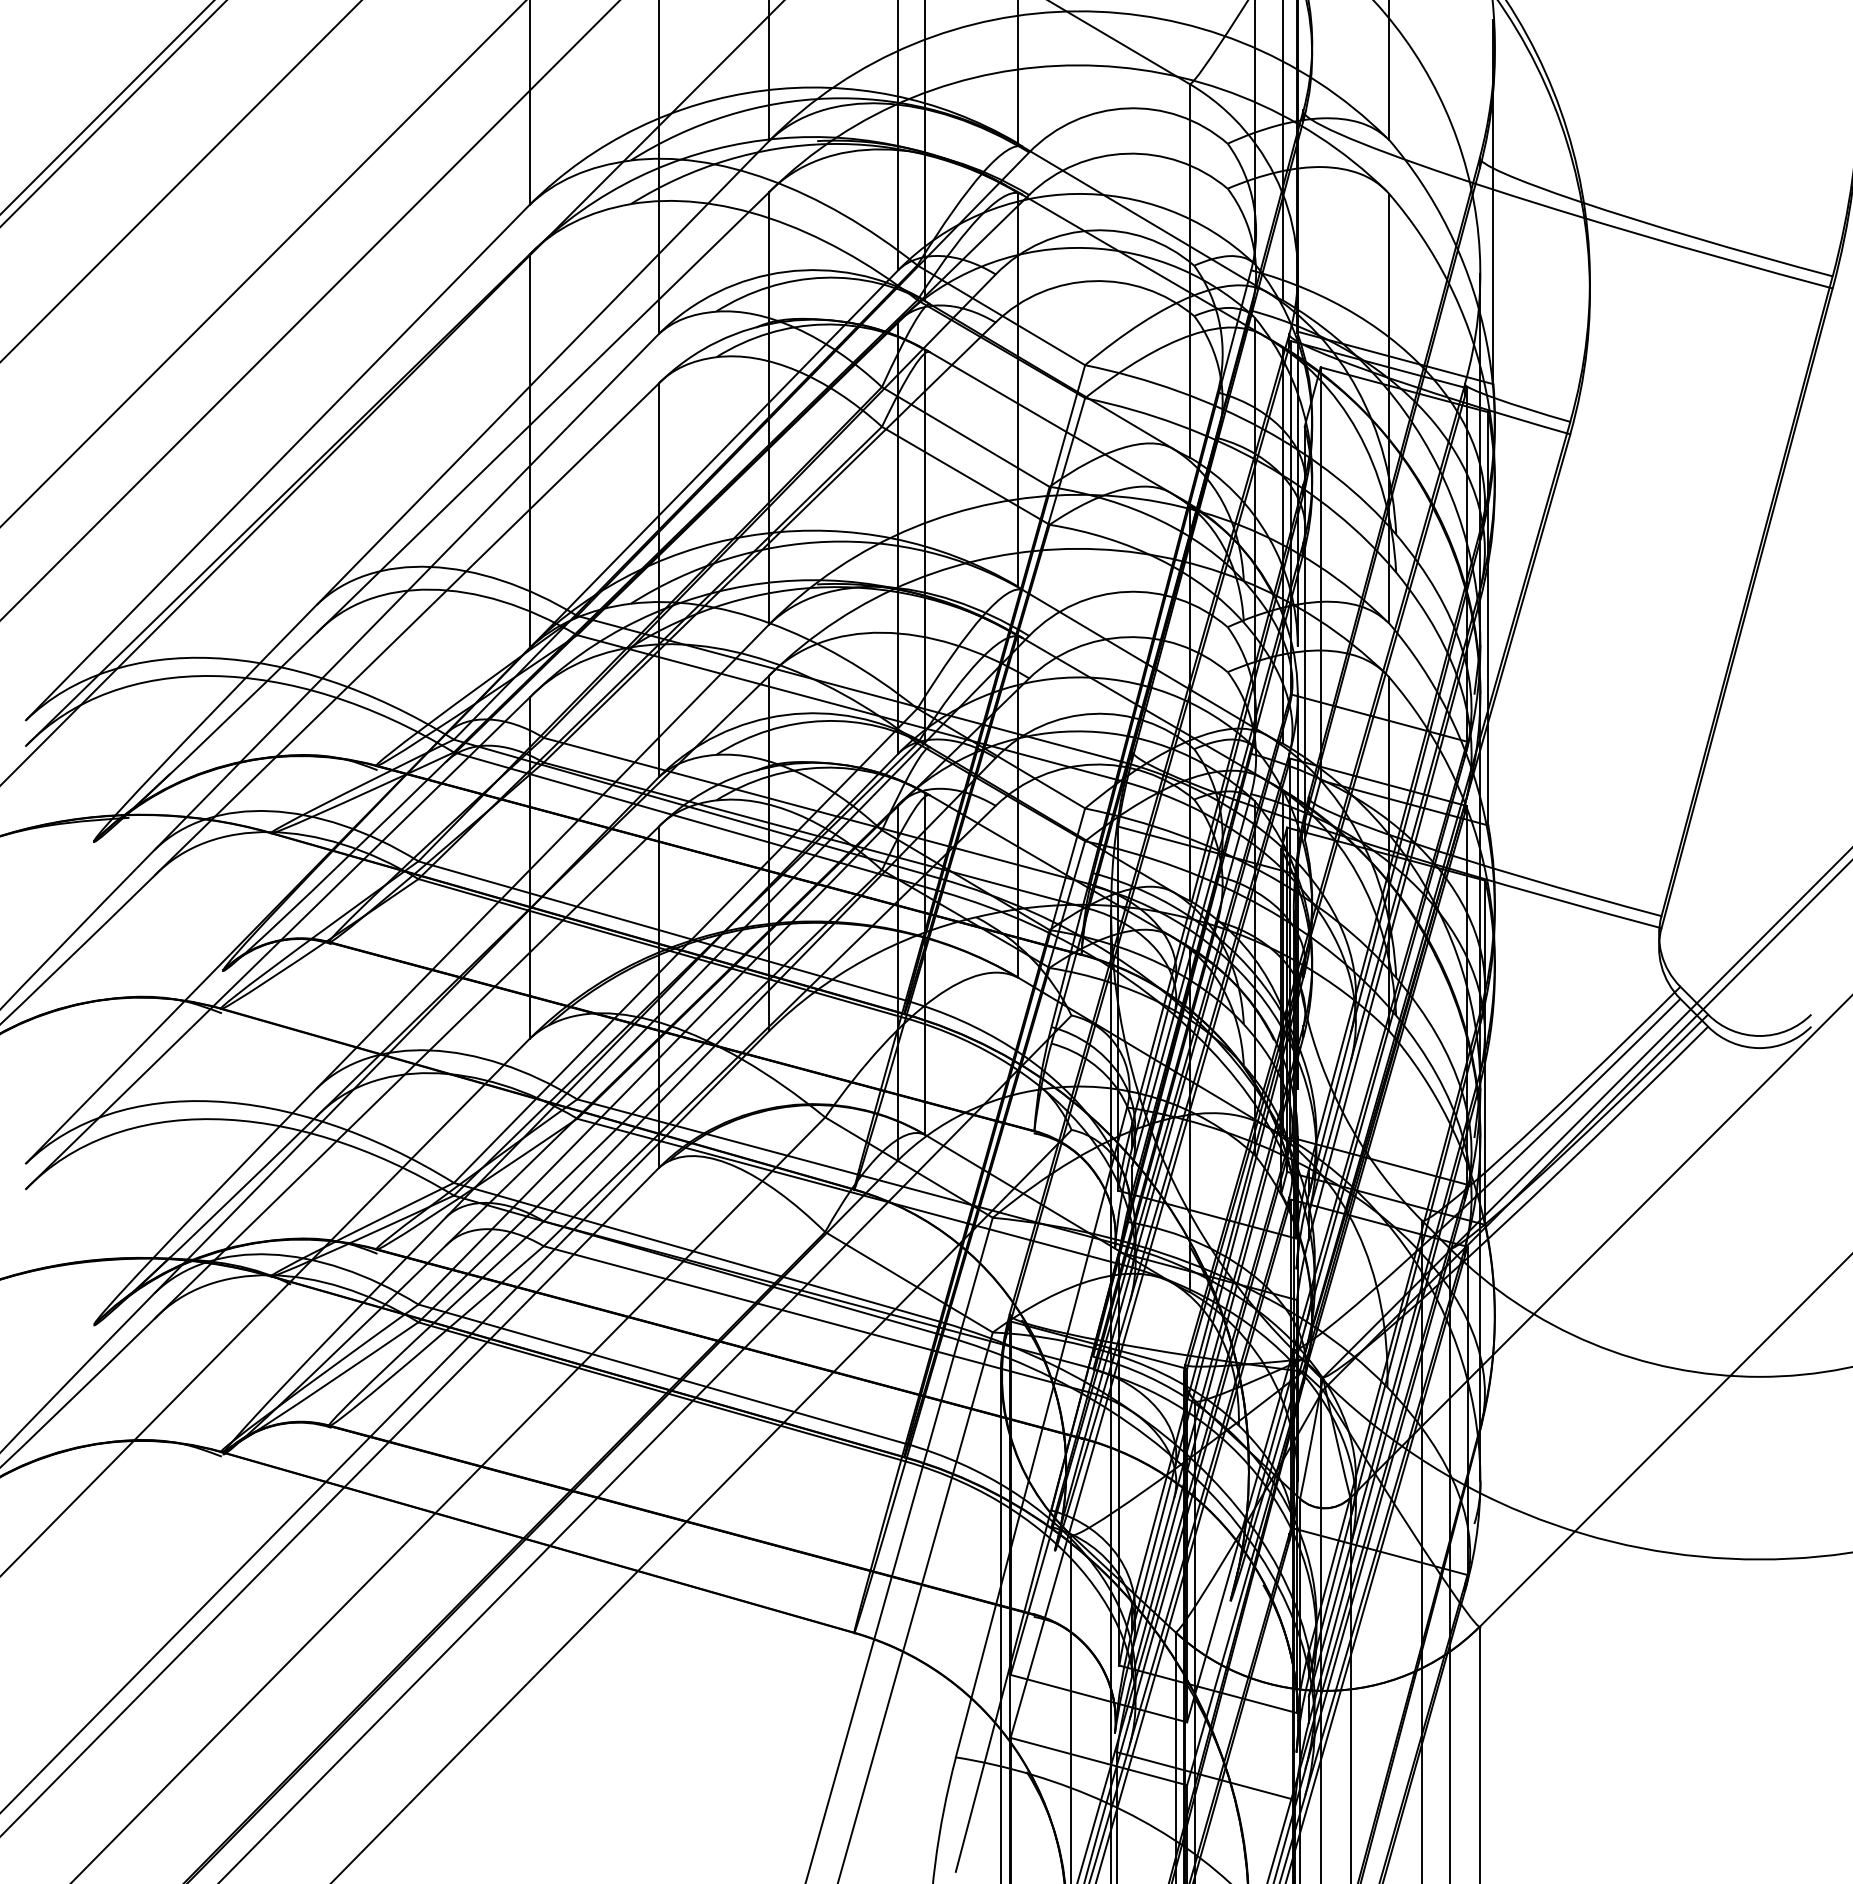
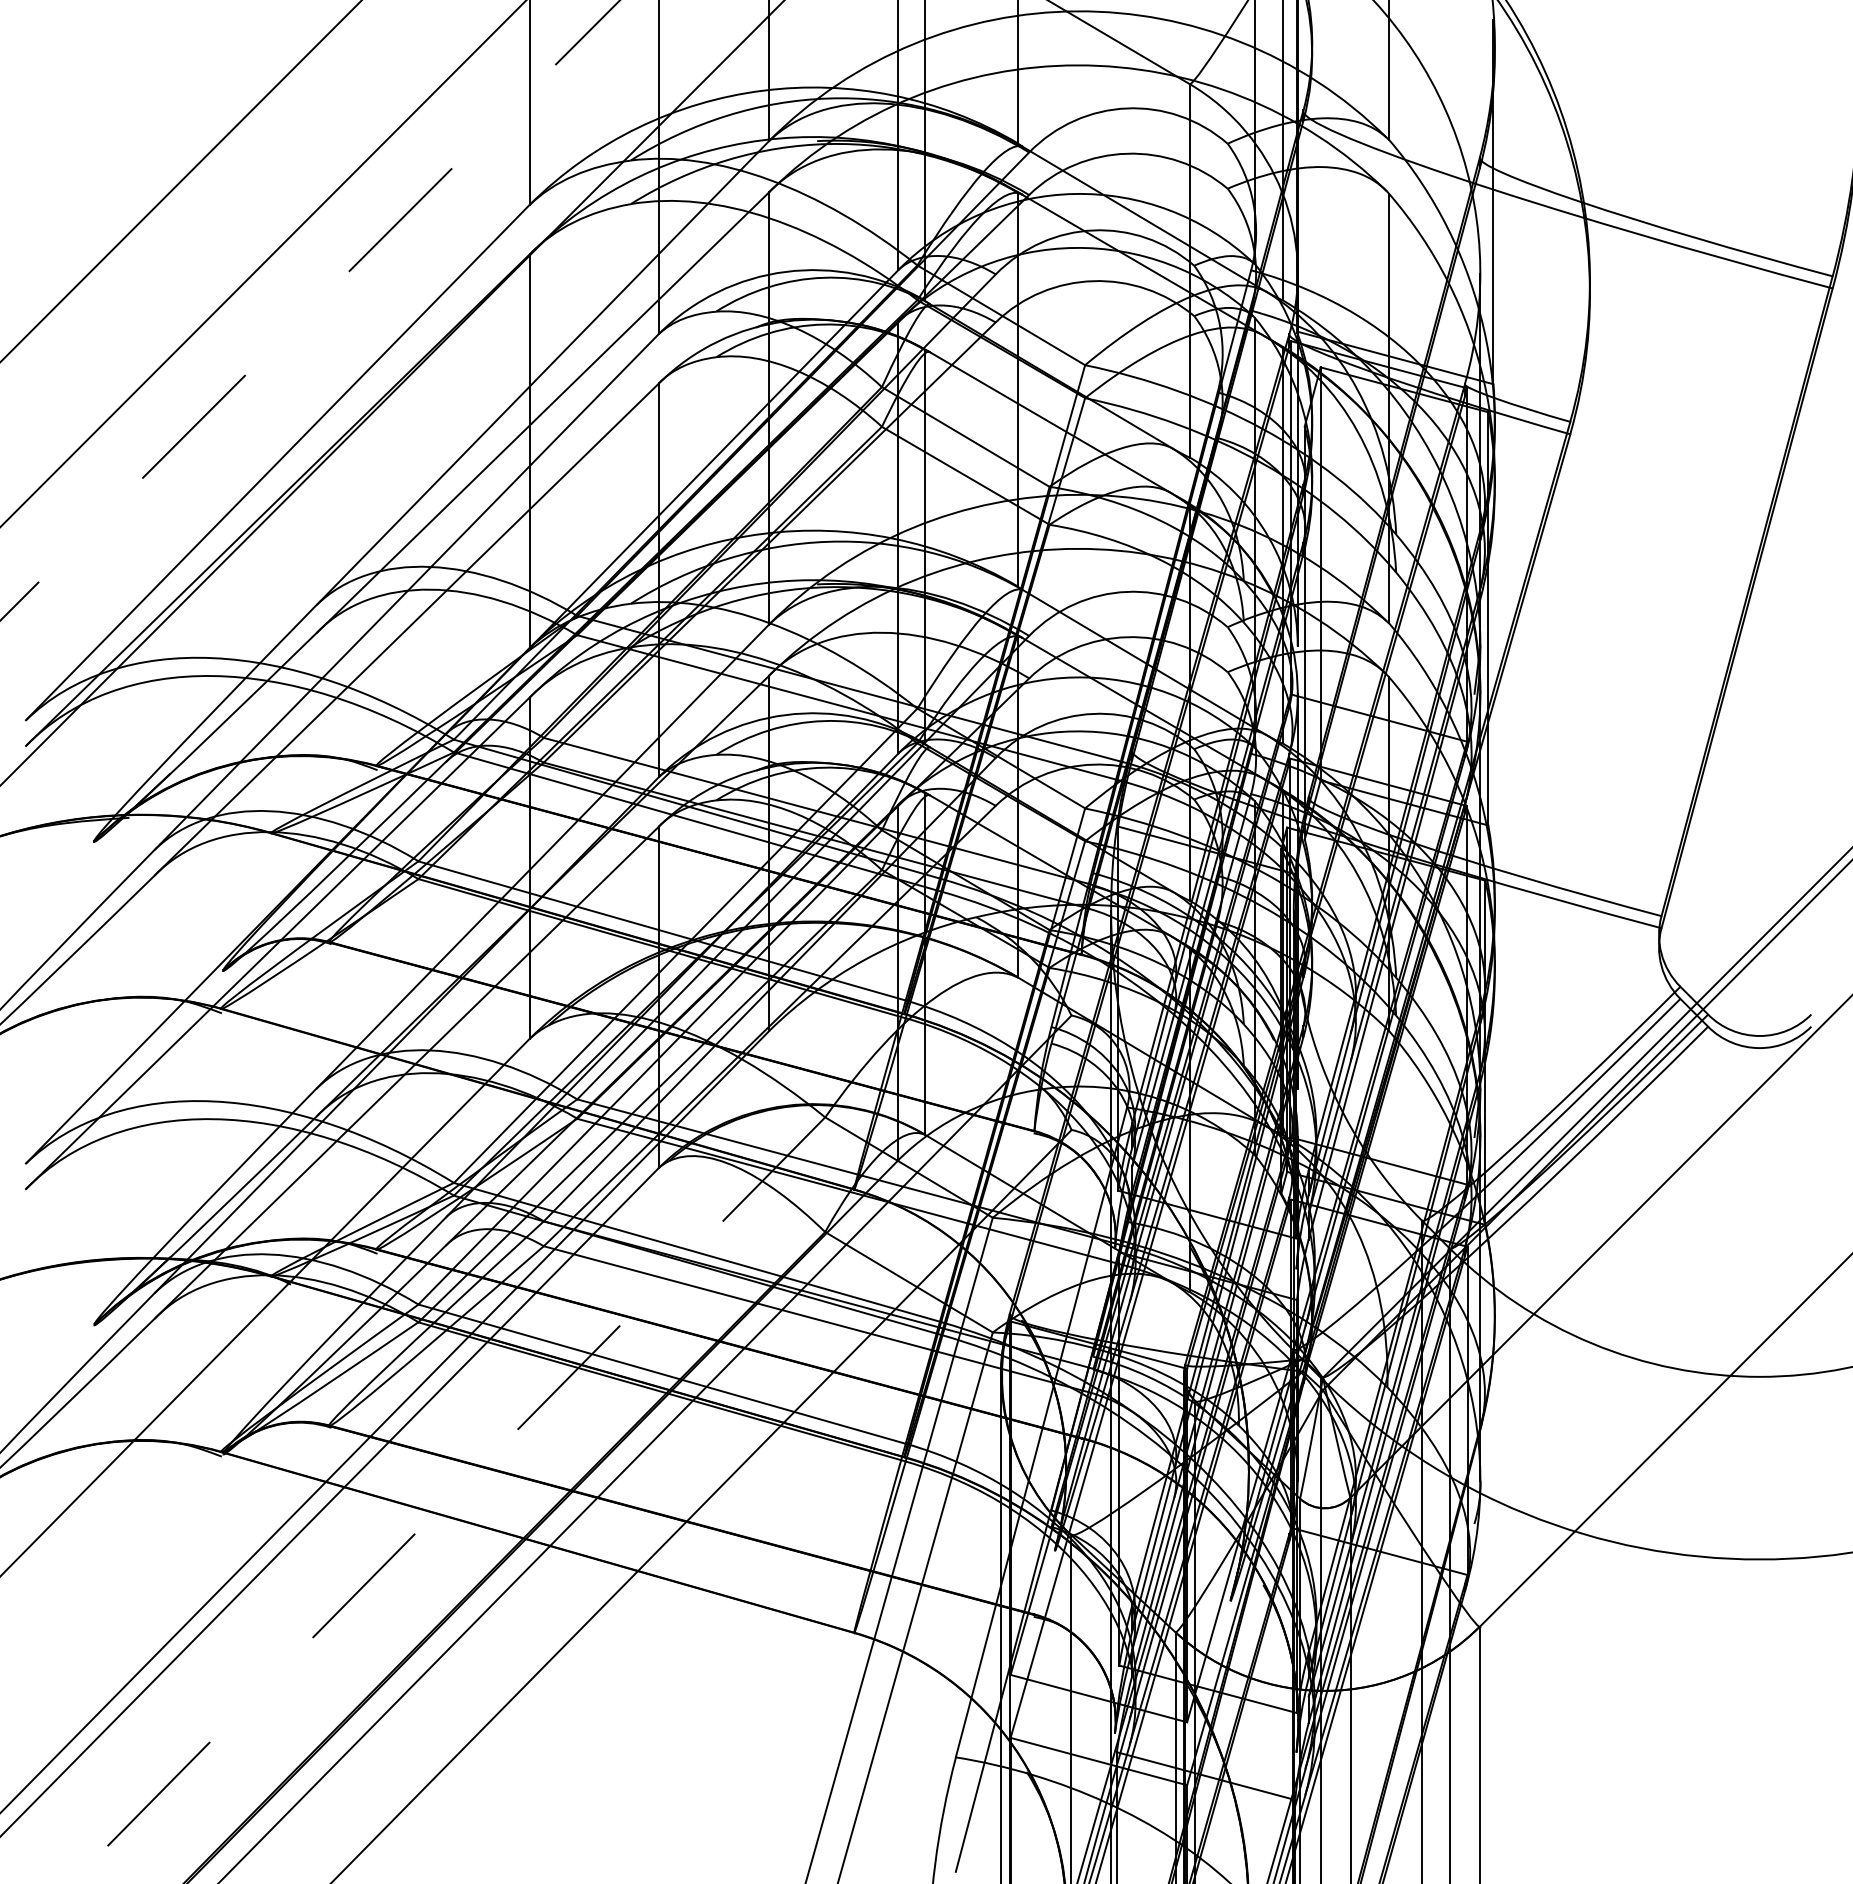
line at (107, 107): present -> none
line at (113, 113): present -> none
line at (309, 311): solid -> dashed
line at (447, 1500): solid -> dashed
